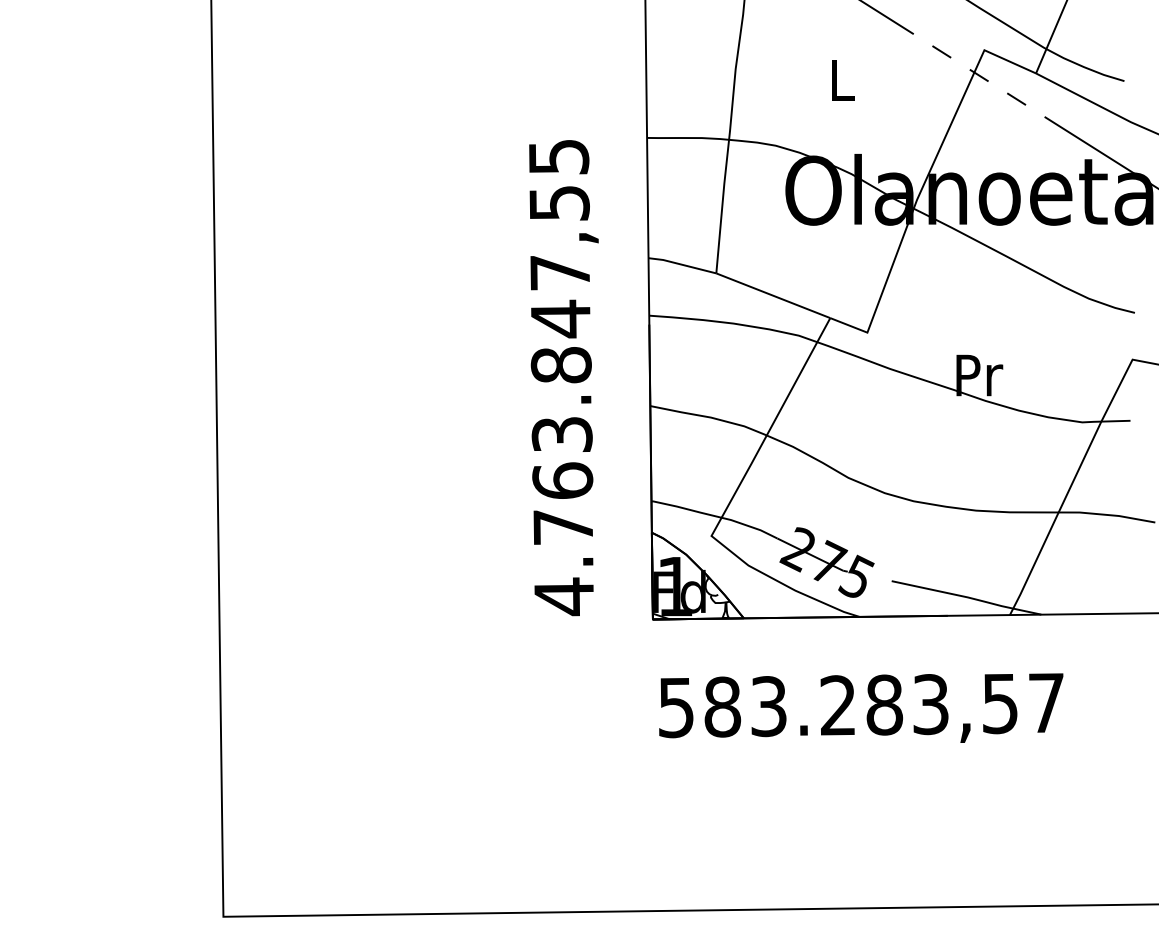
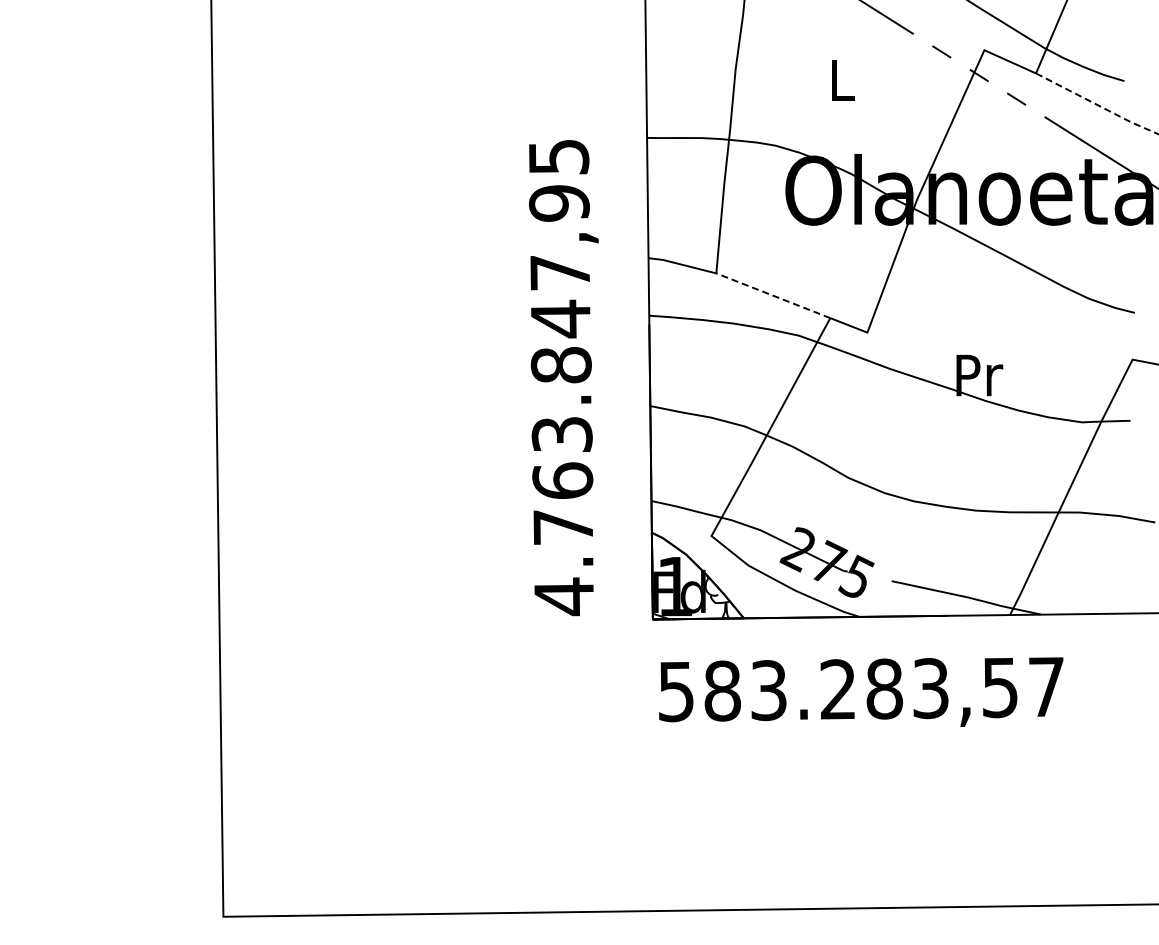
line at (1097, 104): solid -> dashed
text at (558, 203): 4.763.847,55 -> 4.763.847,95
line at (772, 295): solid -> dashed
text at (861, 707) position: (861, 707) -> (861, 691)
